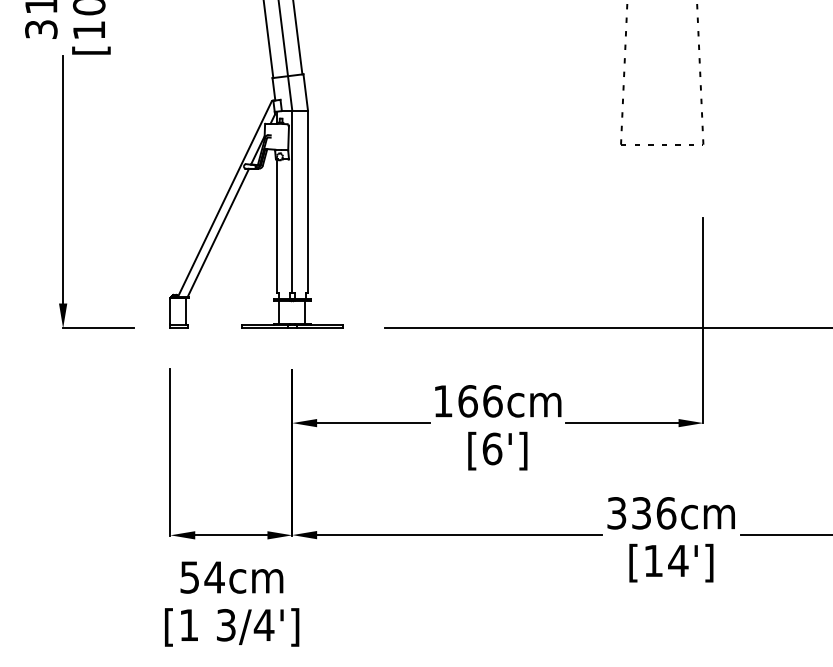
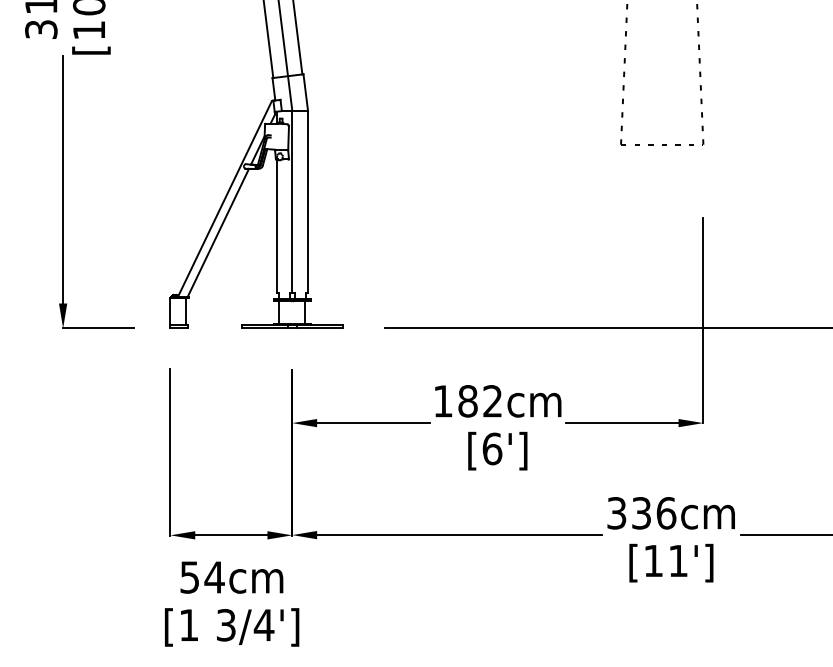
text at (480, 401): 166cm -> 182cm
text at (678, 560): [14'] -> [11']
